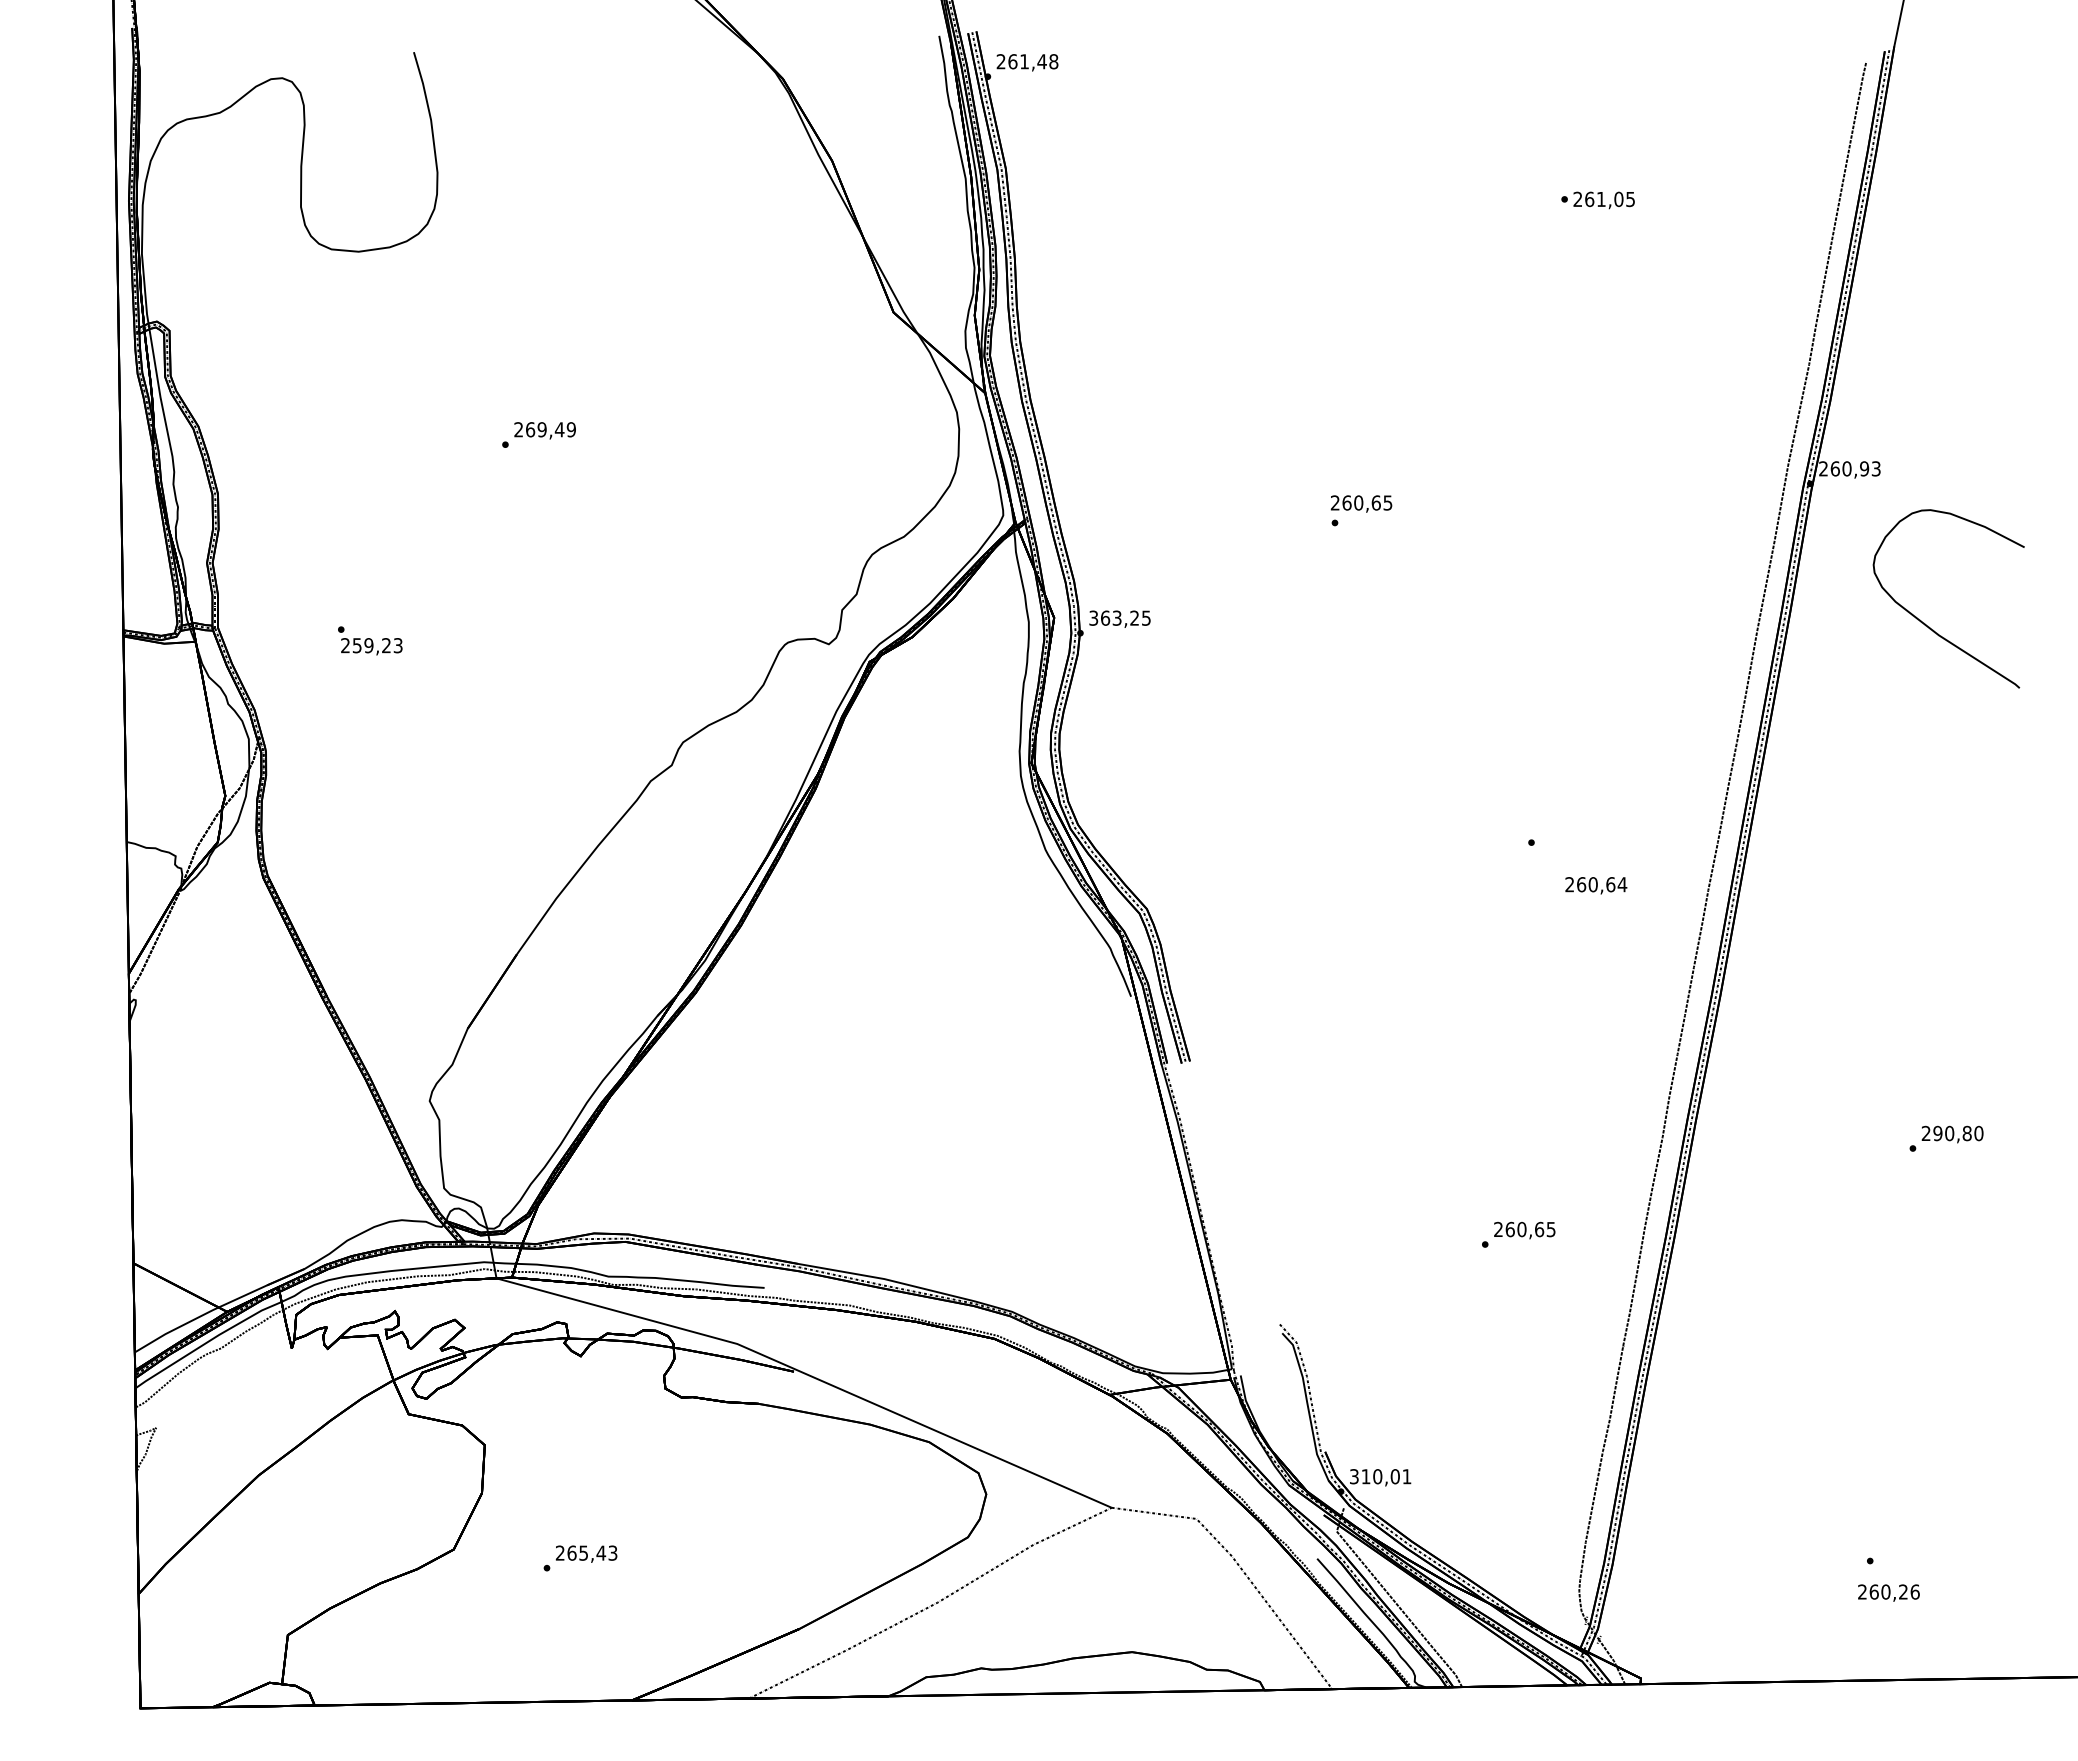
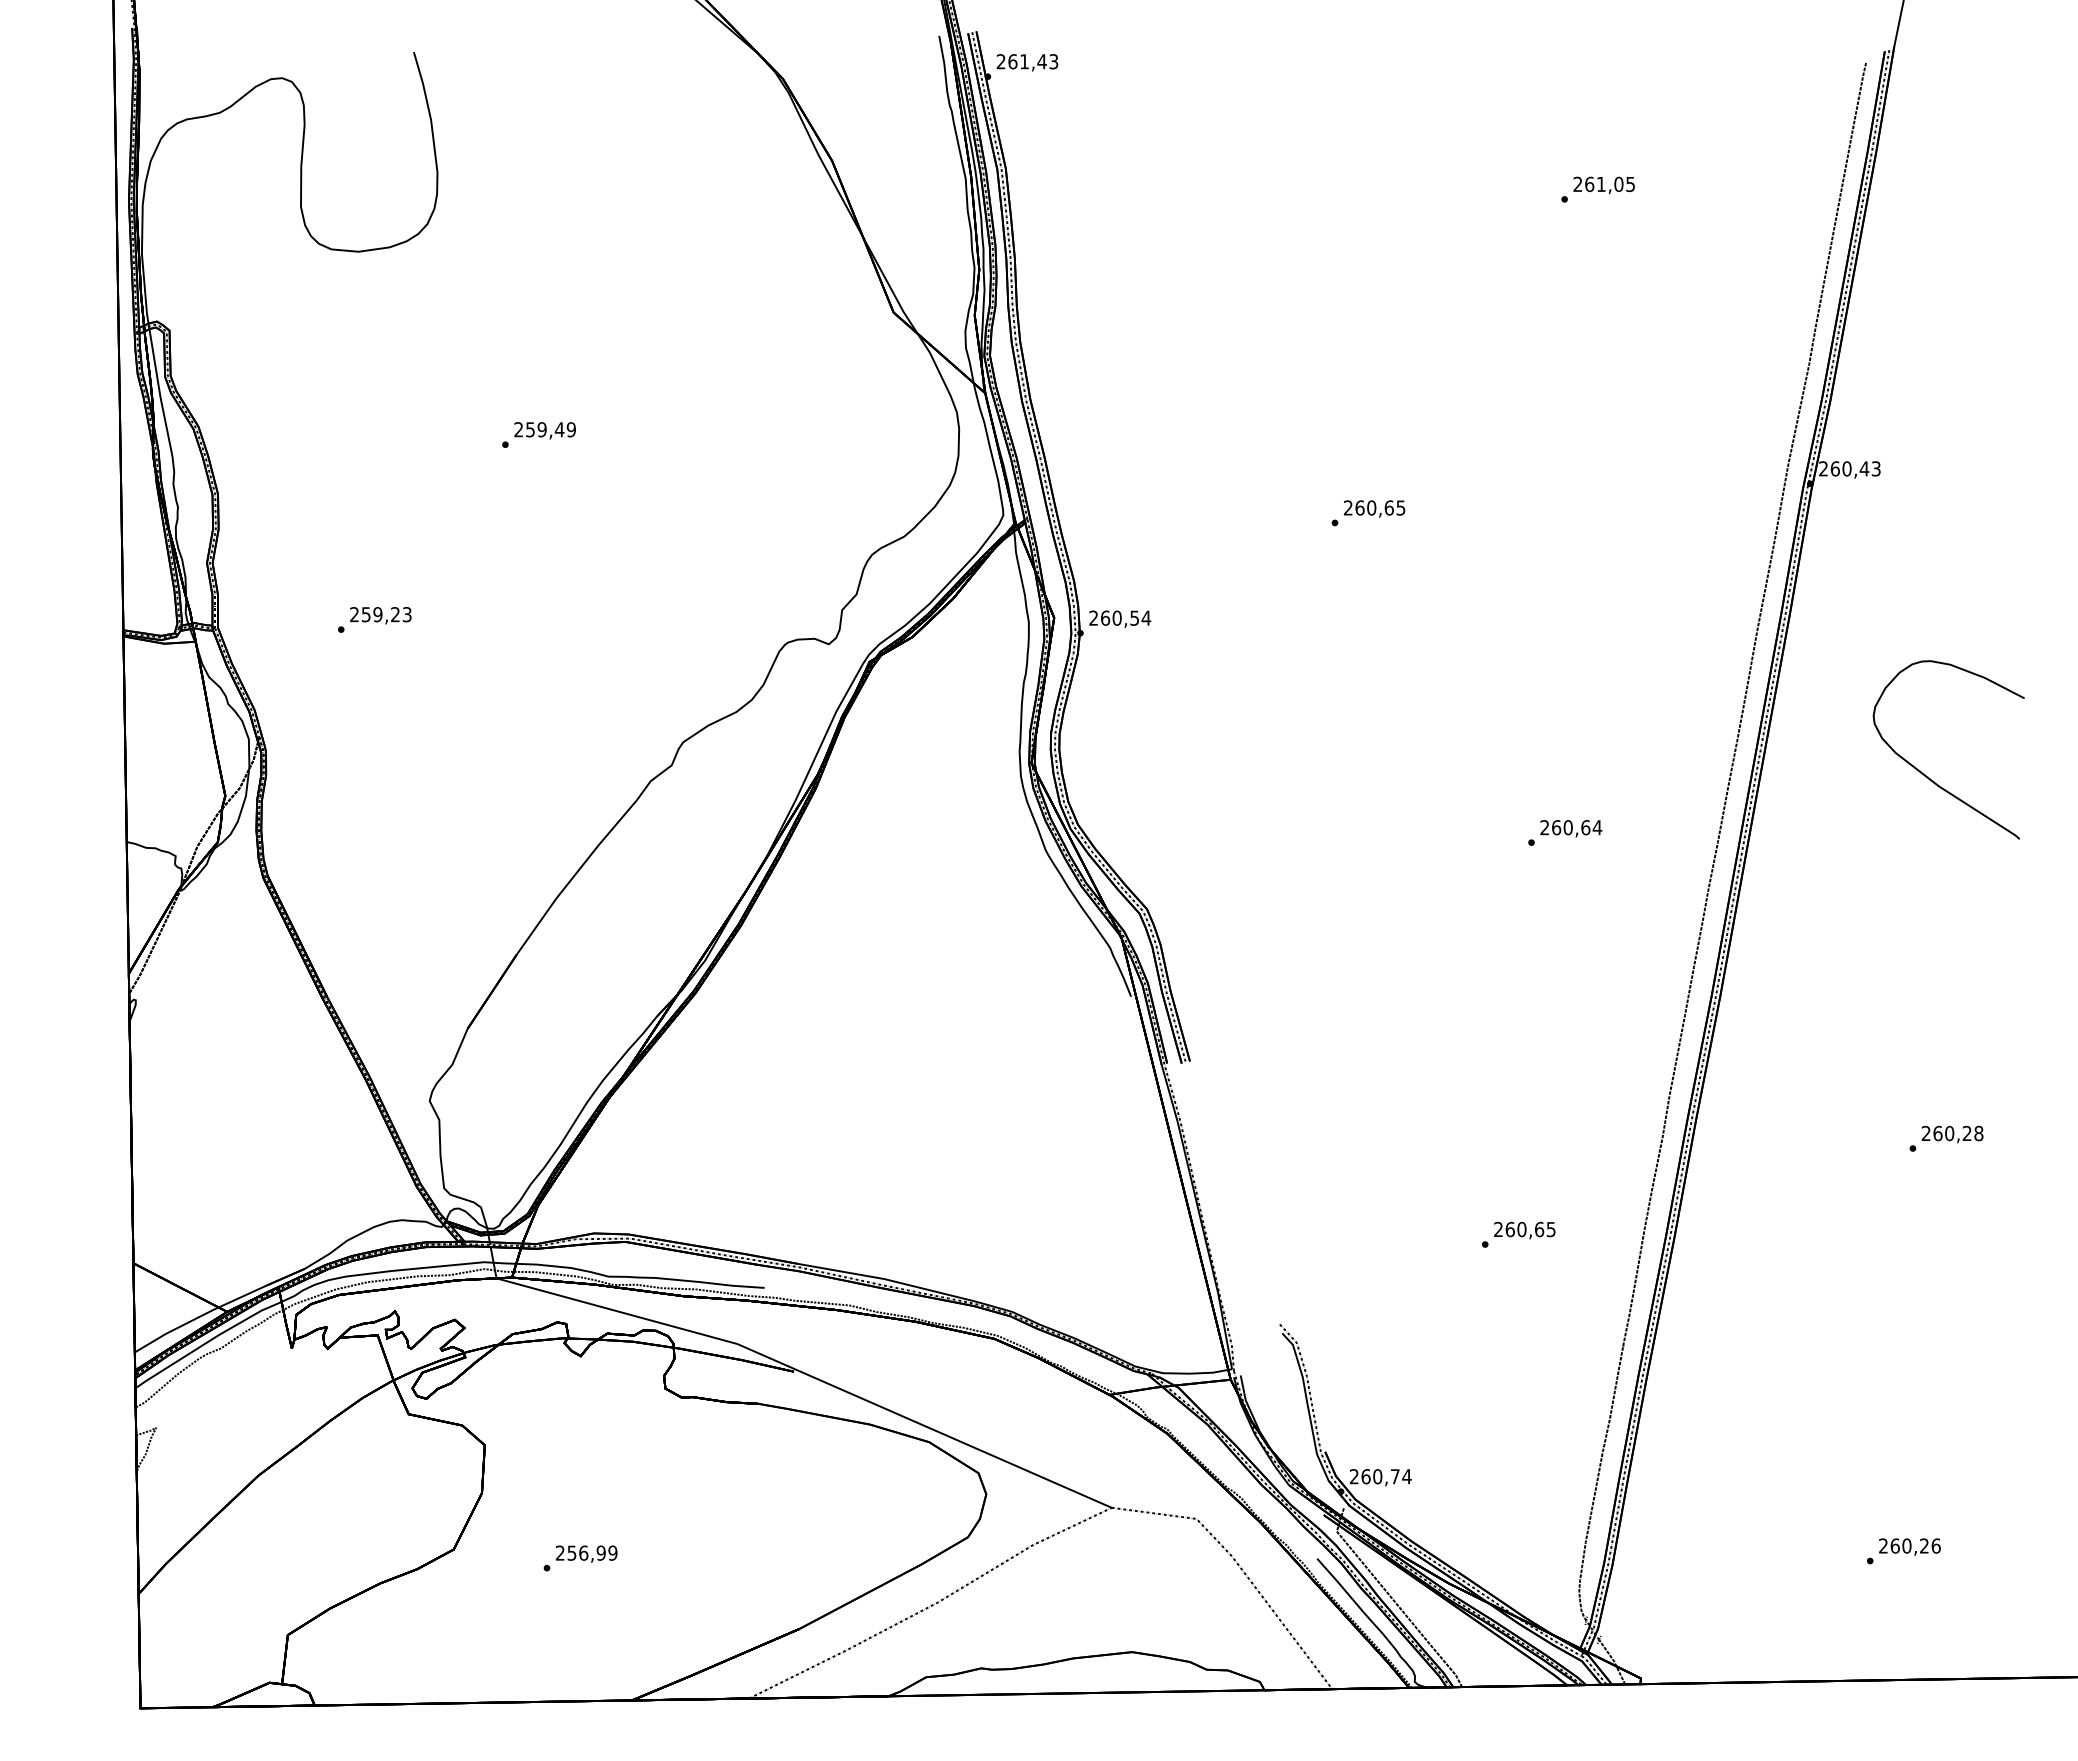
text at (1053, 61): 261,48 -> 261,43
text at (1603, 200) position: (1603, 200) -> (1603, 185)
text at (530, 429): 269,49 -> 259,49
text at (1864, 468): 260,93 -> 260,43
text at (1361, 503) position: (1361, 503) -> (1374, 508)
text at (1120, 617): 363,25 -> 260,54
curve at (1929, 626) position: (1929, 626) -> (1929, 777)
text at (371, 646) position: (371, 646) -> (380, 615)
text at (1596, 885) position: (1596, 885) -> (1571, 828)
text at (1958, 1133): 290,80 -> 260,28
text at (1380, 1476): 310,01 -> 260,74
text at (592, 1552): 265,43 -> 256,99
text at (1888, 1592) position: (1888, 1592) -> (1909, 1546)
